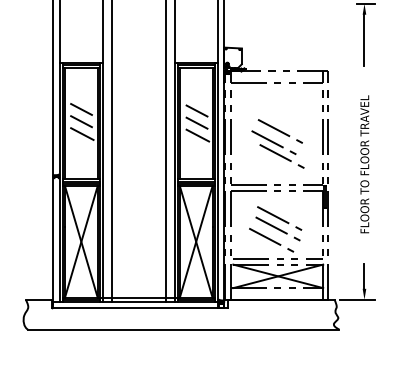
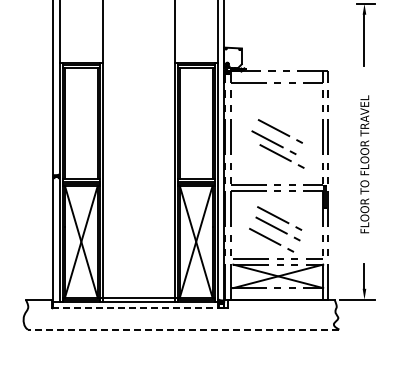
line at (81, 109): present -> none
line at (196, 110): present -> none
line at (81, 121): present -> none
line at (196, 123): present -> none
line at (82, 133): present -> none
line at (197, 135): present -> none
line at (111, 152): present -> none
line at (165, 152): present -> none
line at (138, 308): solid -> dashed
line at (183, 329): solid -> dashed
